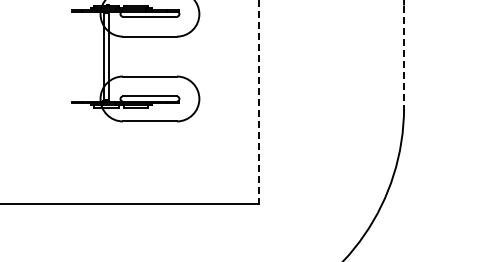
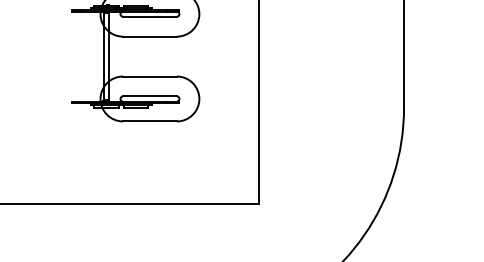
line at (404, 57): dashed -> solid
line at (258, 102): dashed -> solid
